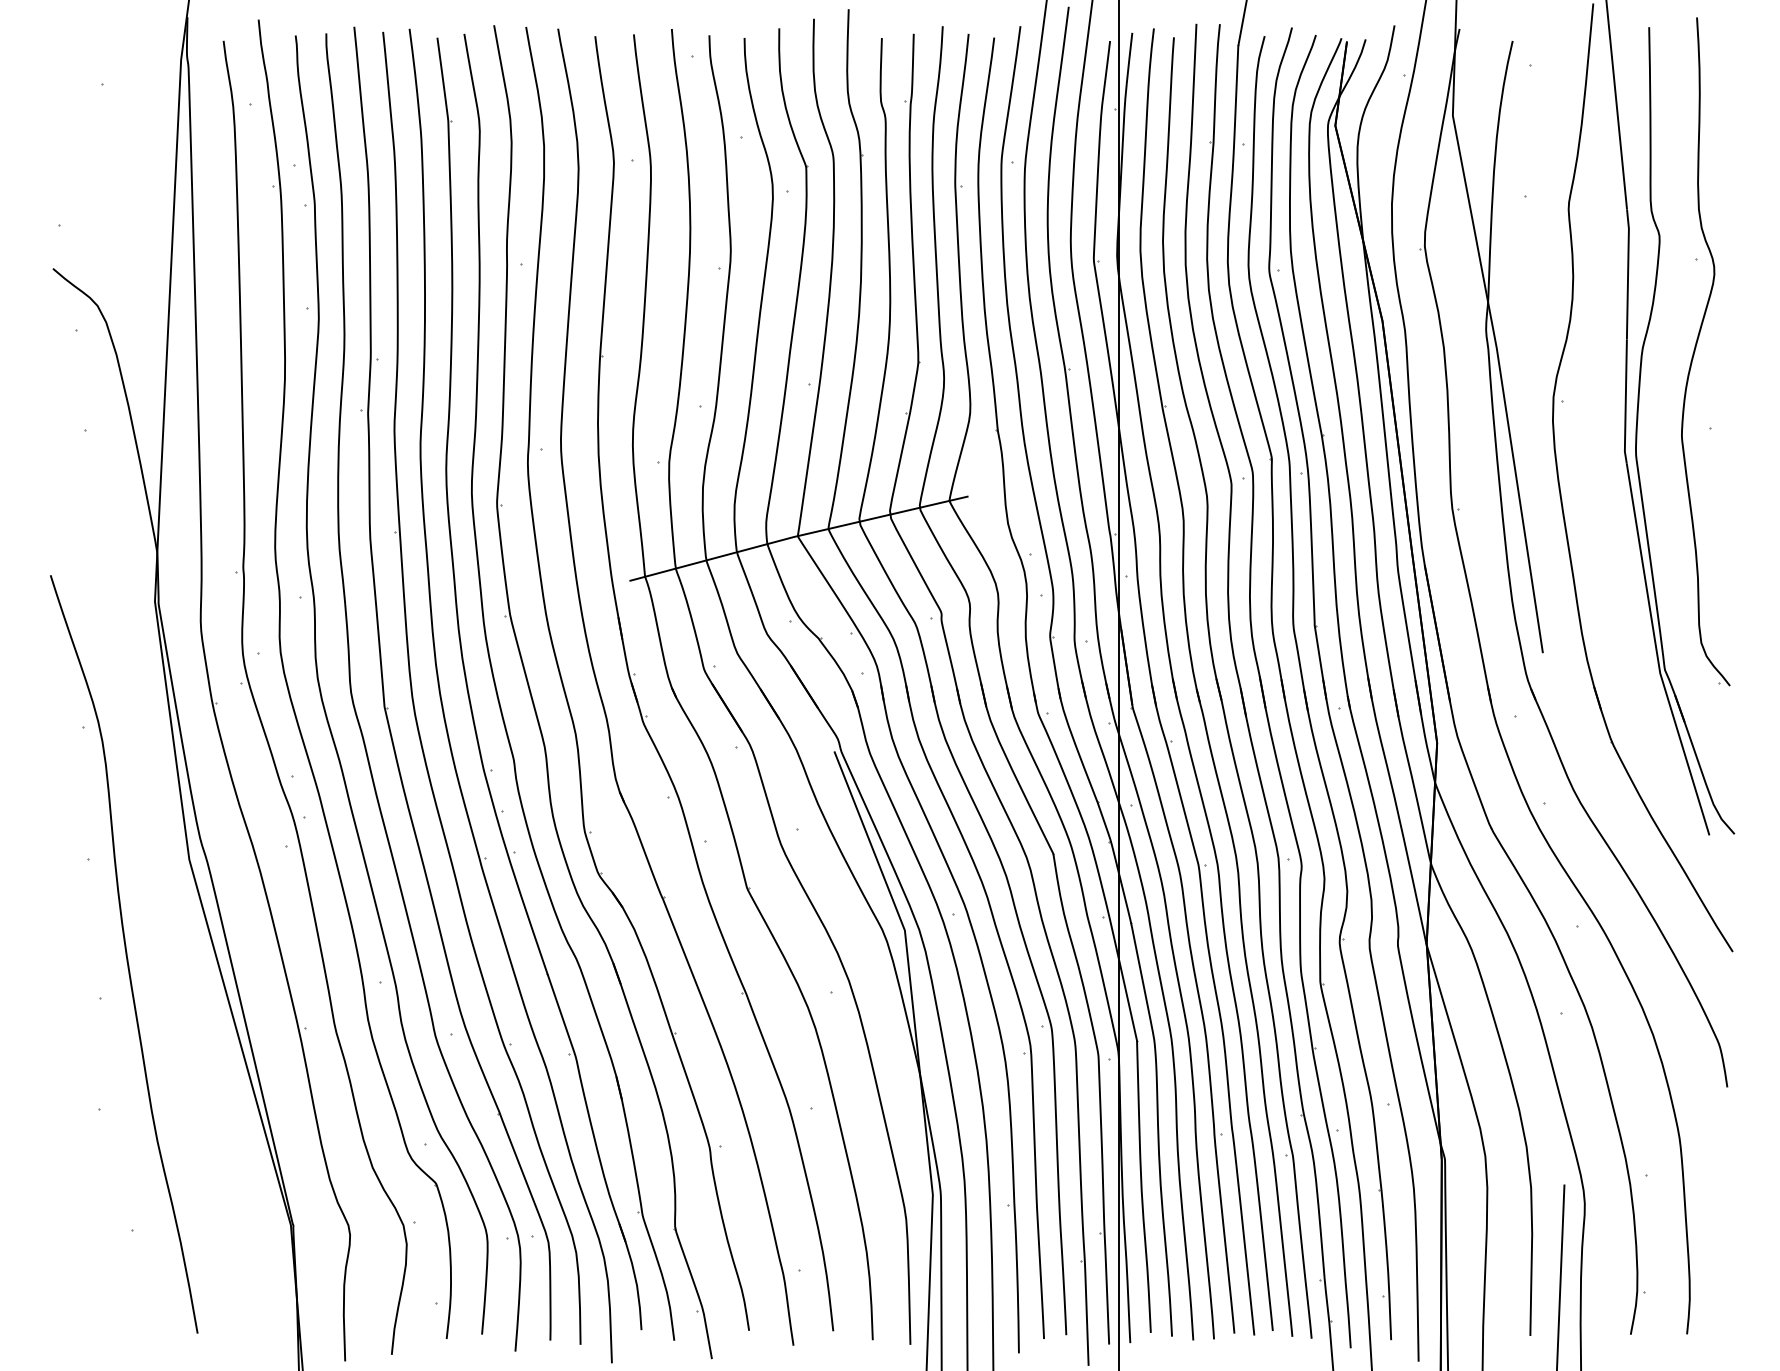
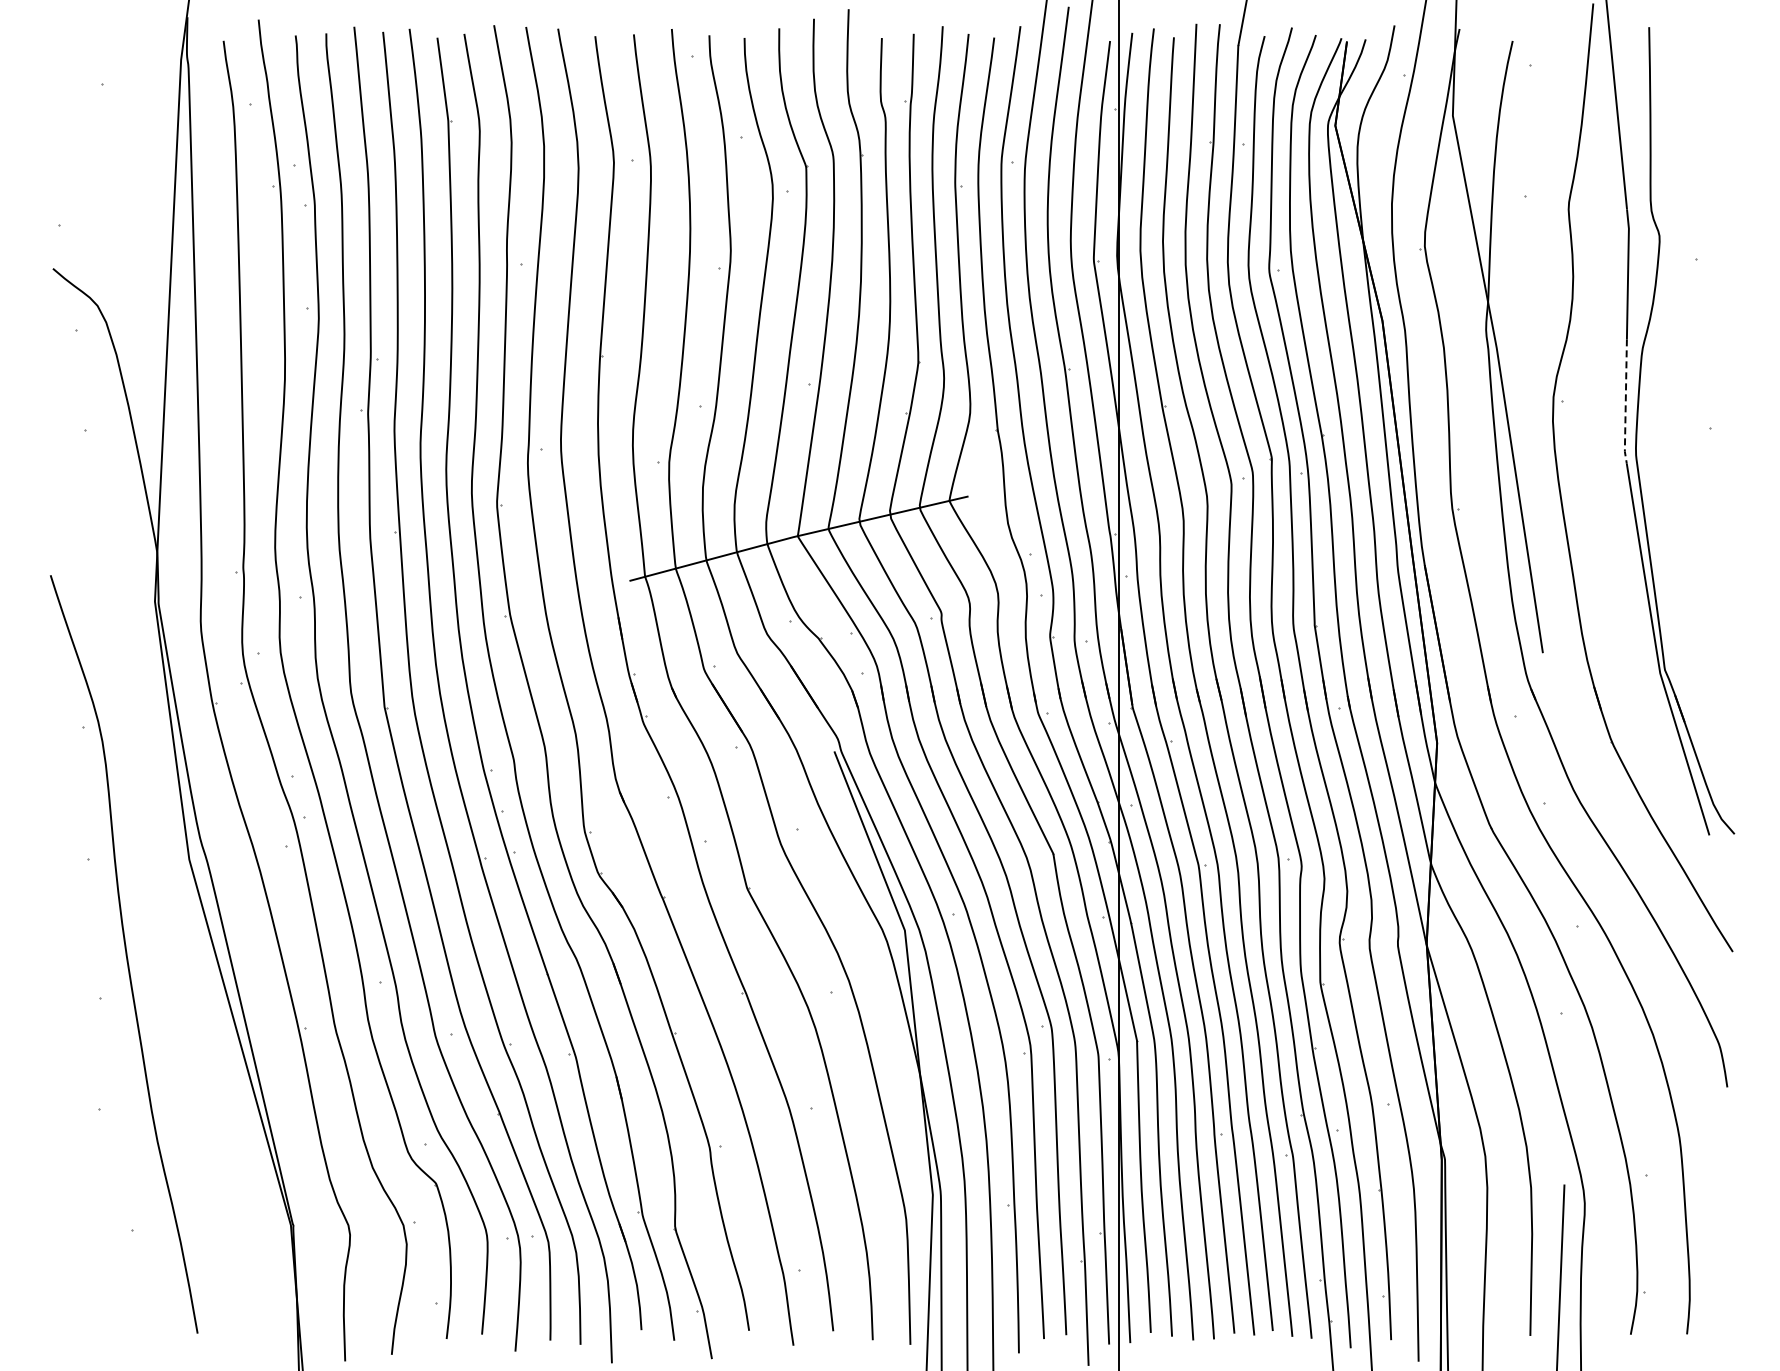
part at (1696, 347): present -> none
line at (1625, 402): solid -> dashed
